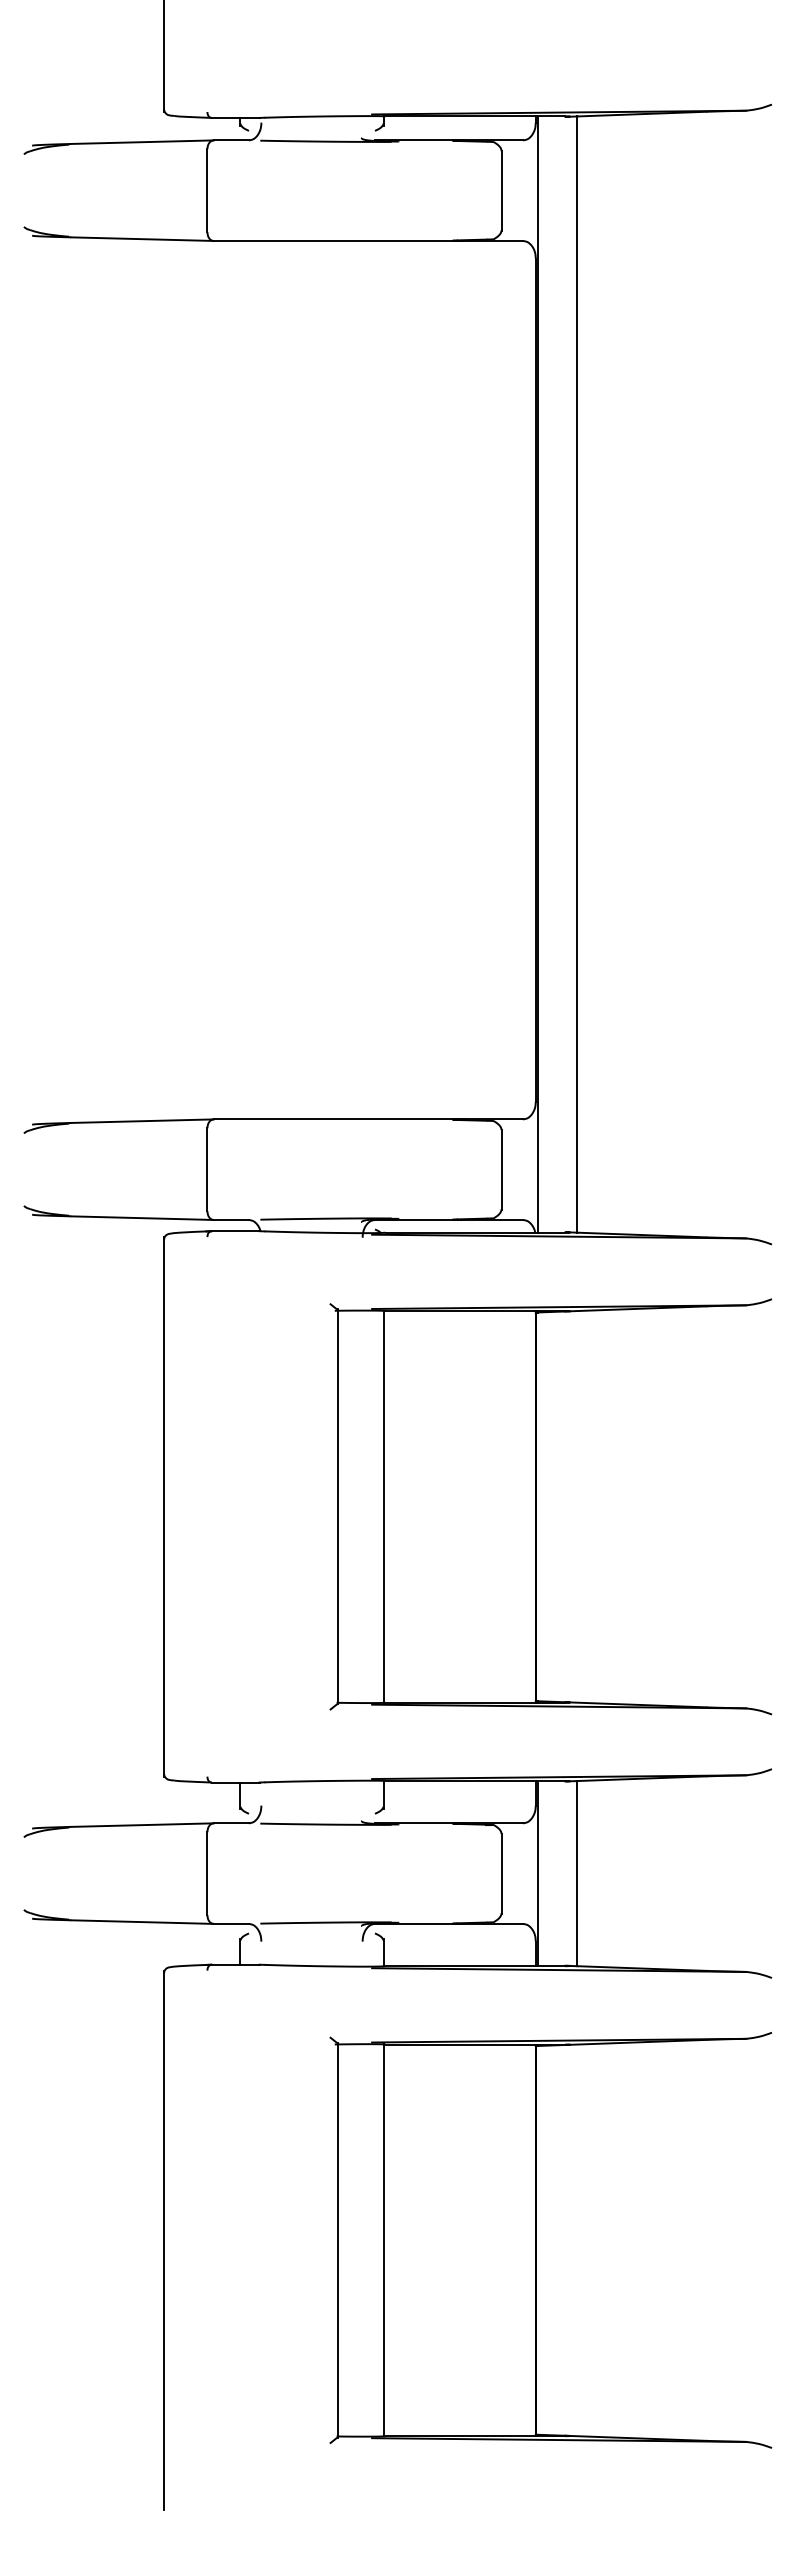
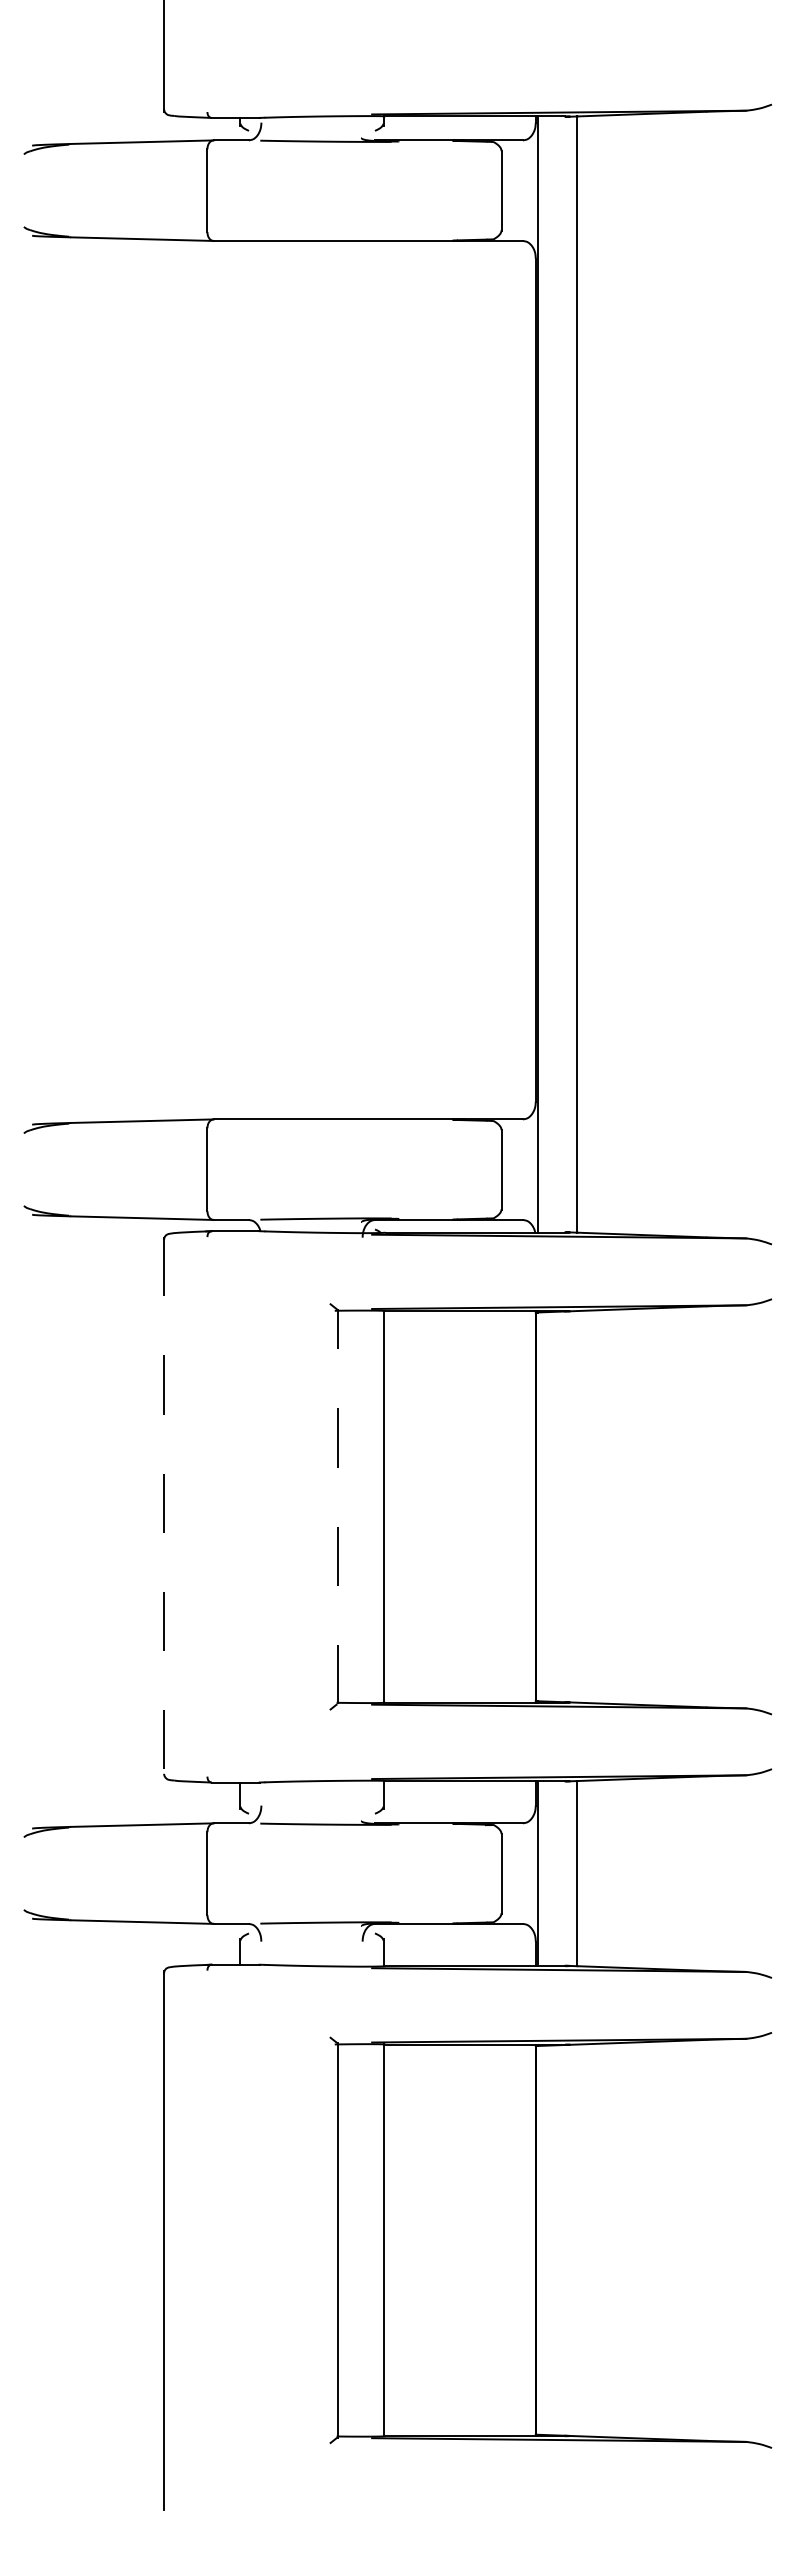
line at (164, 1506): solid -> dashed
line at (337, 1506): solid -> dashed
